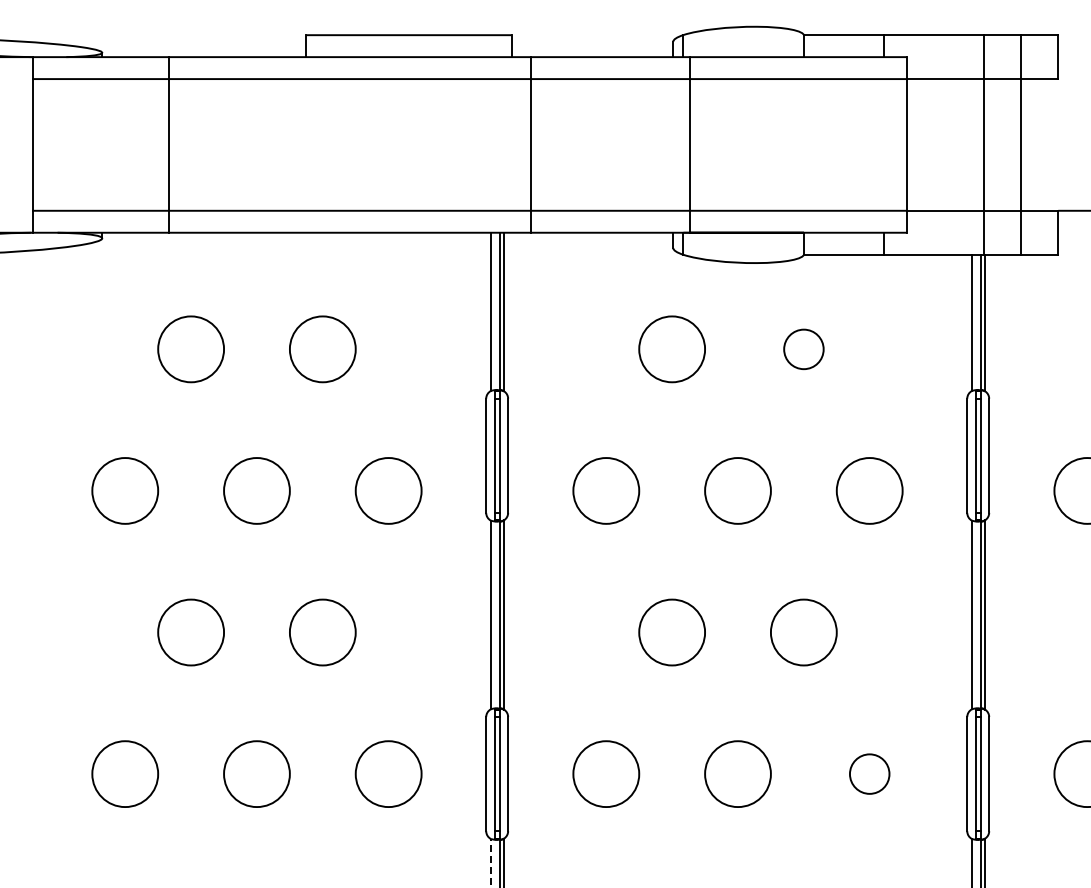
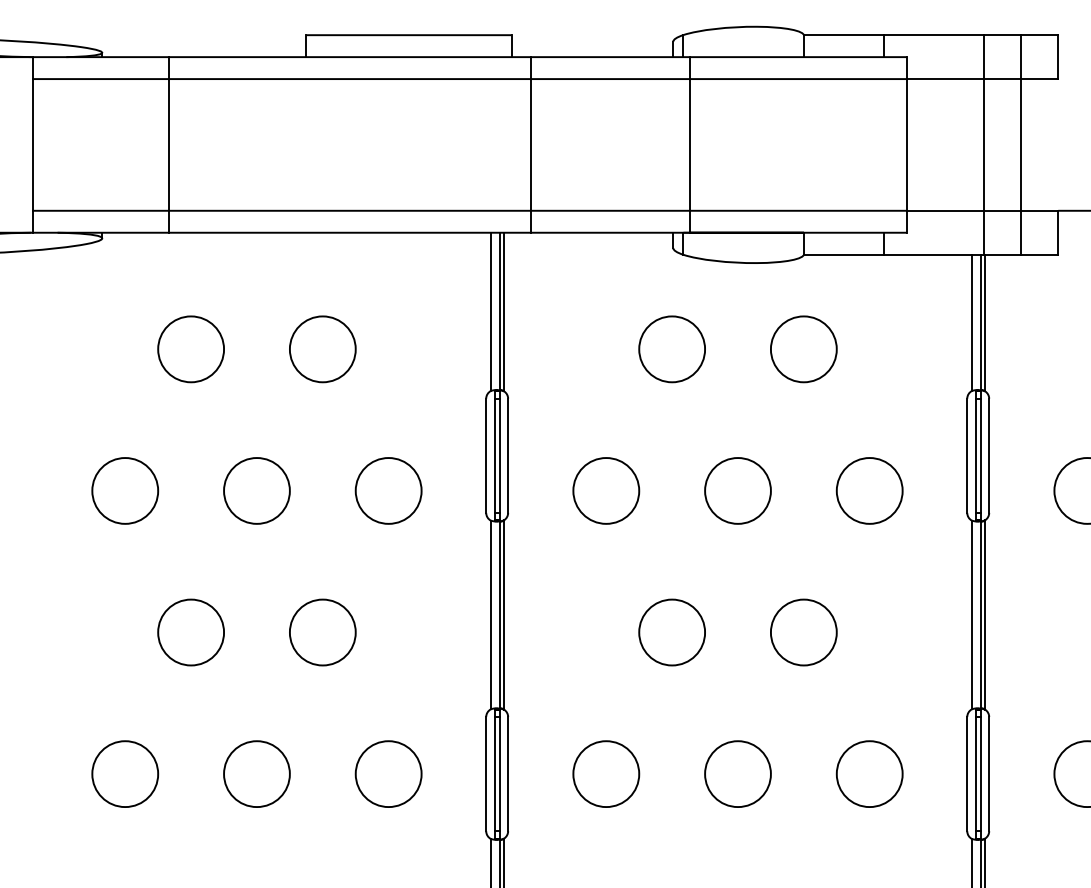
circle at (803, 348) size: 42x42 px -> 68x69 px
circle at (869, 773) diameter: 40 px -> 66 px
line at (490, 862): dashed -> solid
